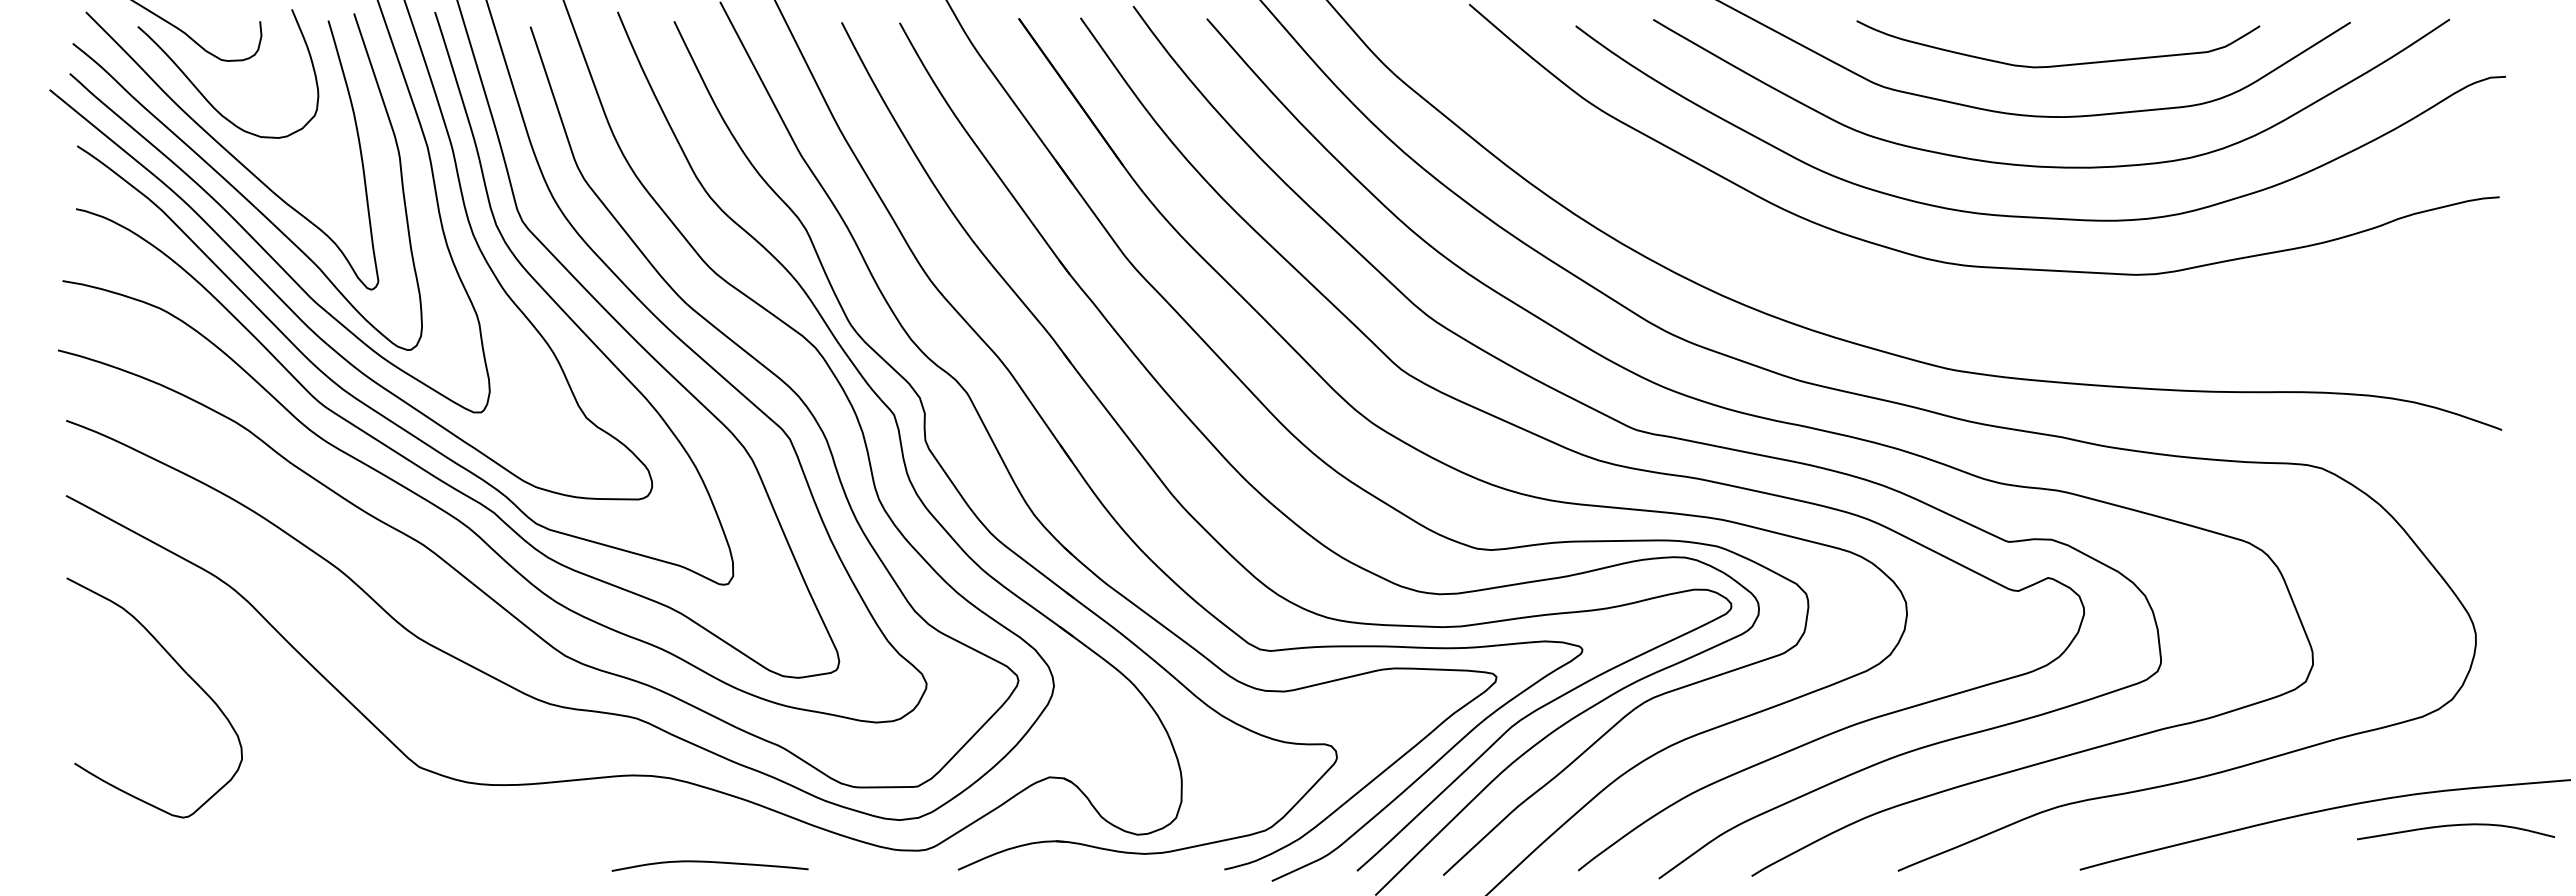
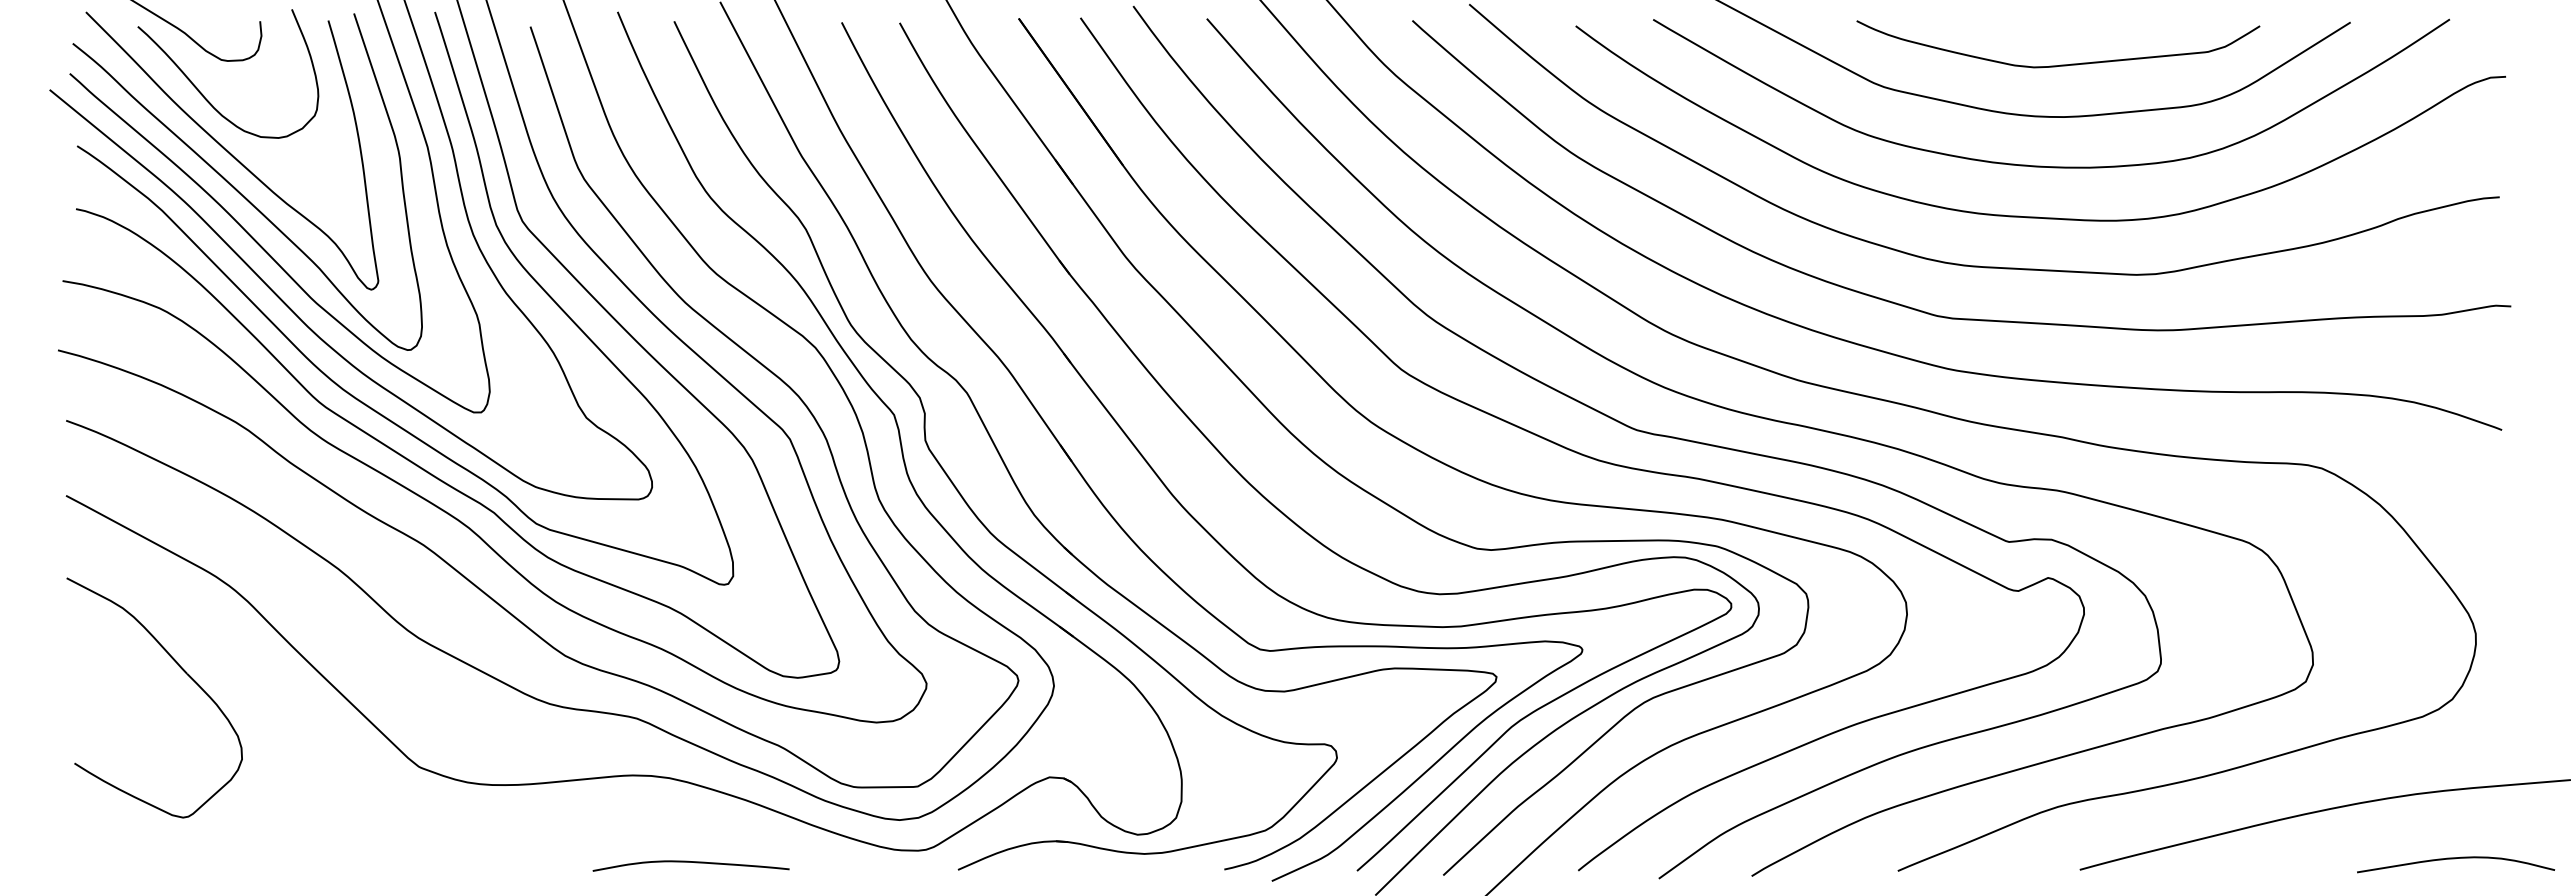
curve at (1916, 308): none -> present
curve at (2455, 826) position: (2455, 826) -> (2455, 859)
curve at (709, 862) position: (709, 862) -> (690, 862)
